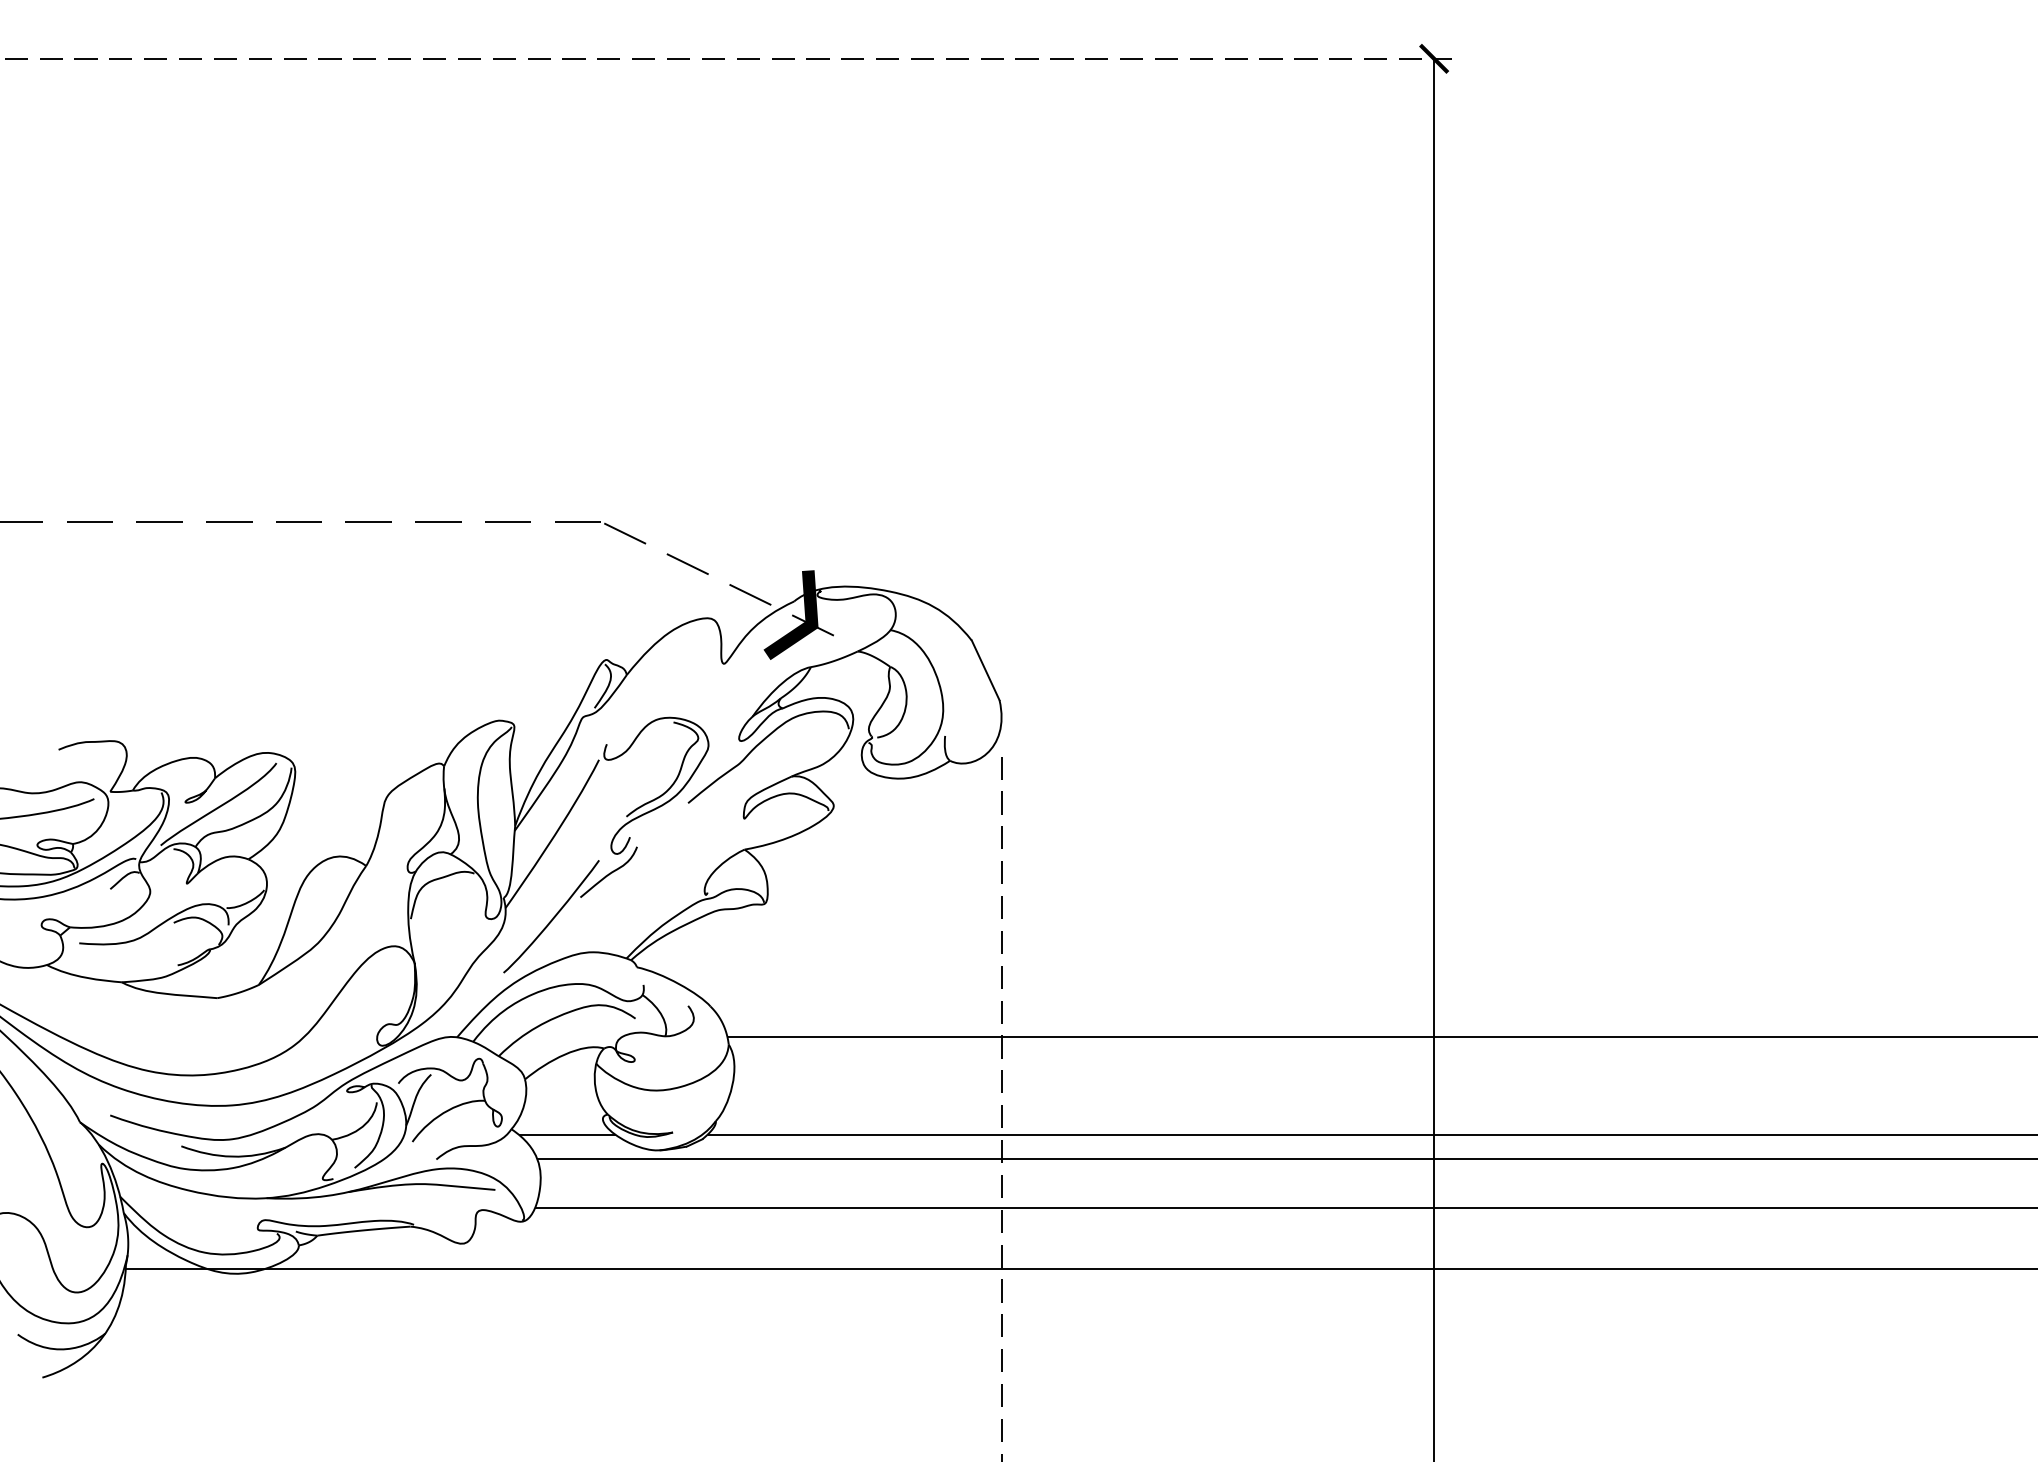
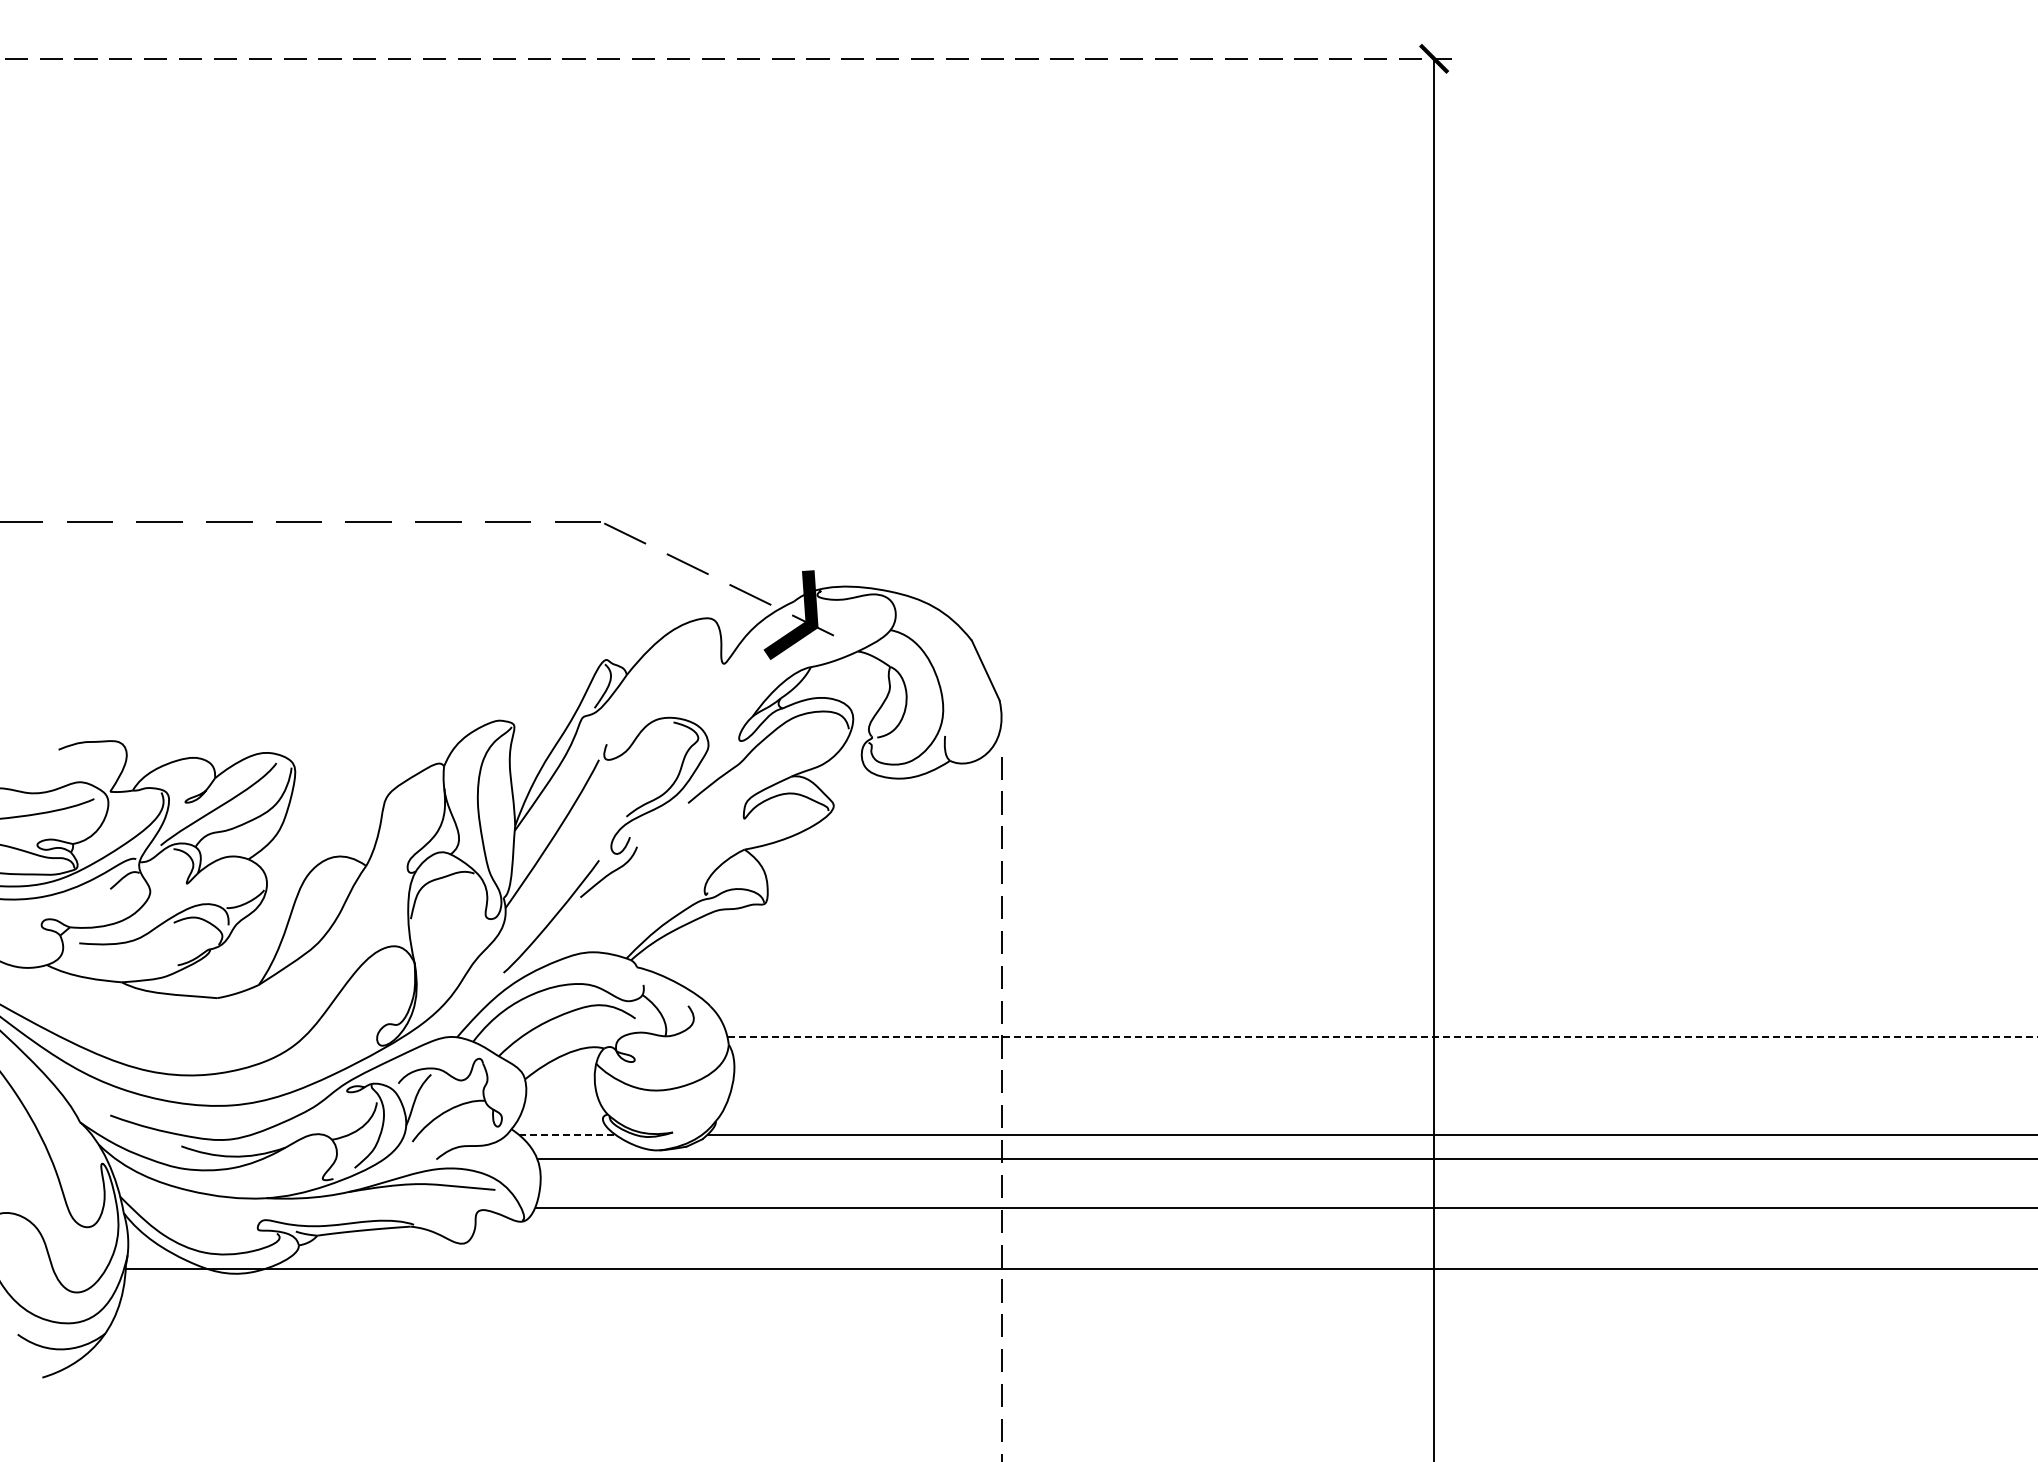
line at (1382, 1037): solid -> dashed
line at (567, 1134): solid -> dashed
